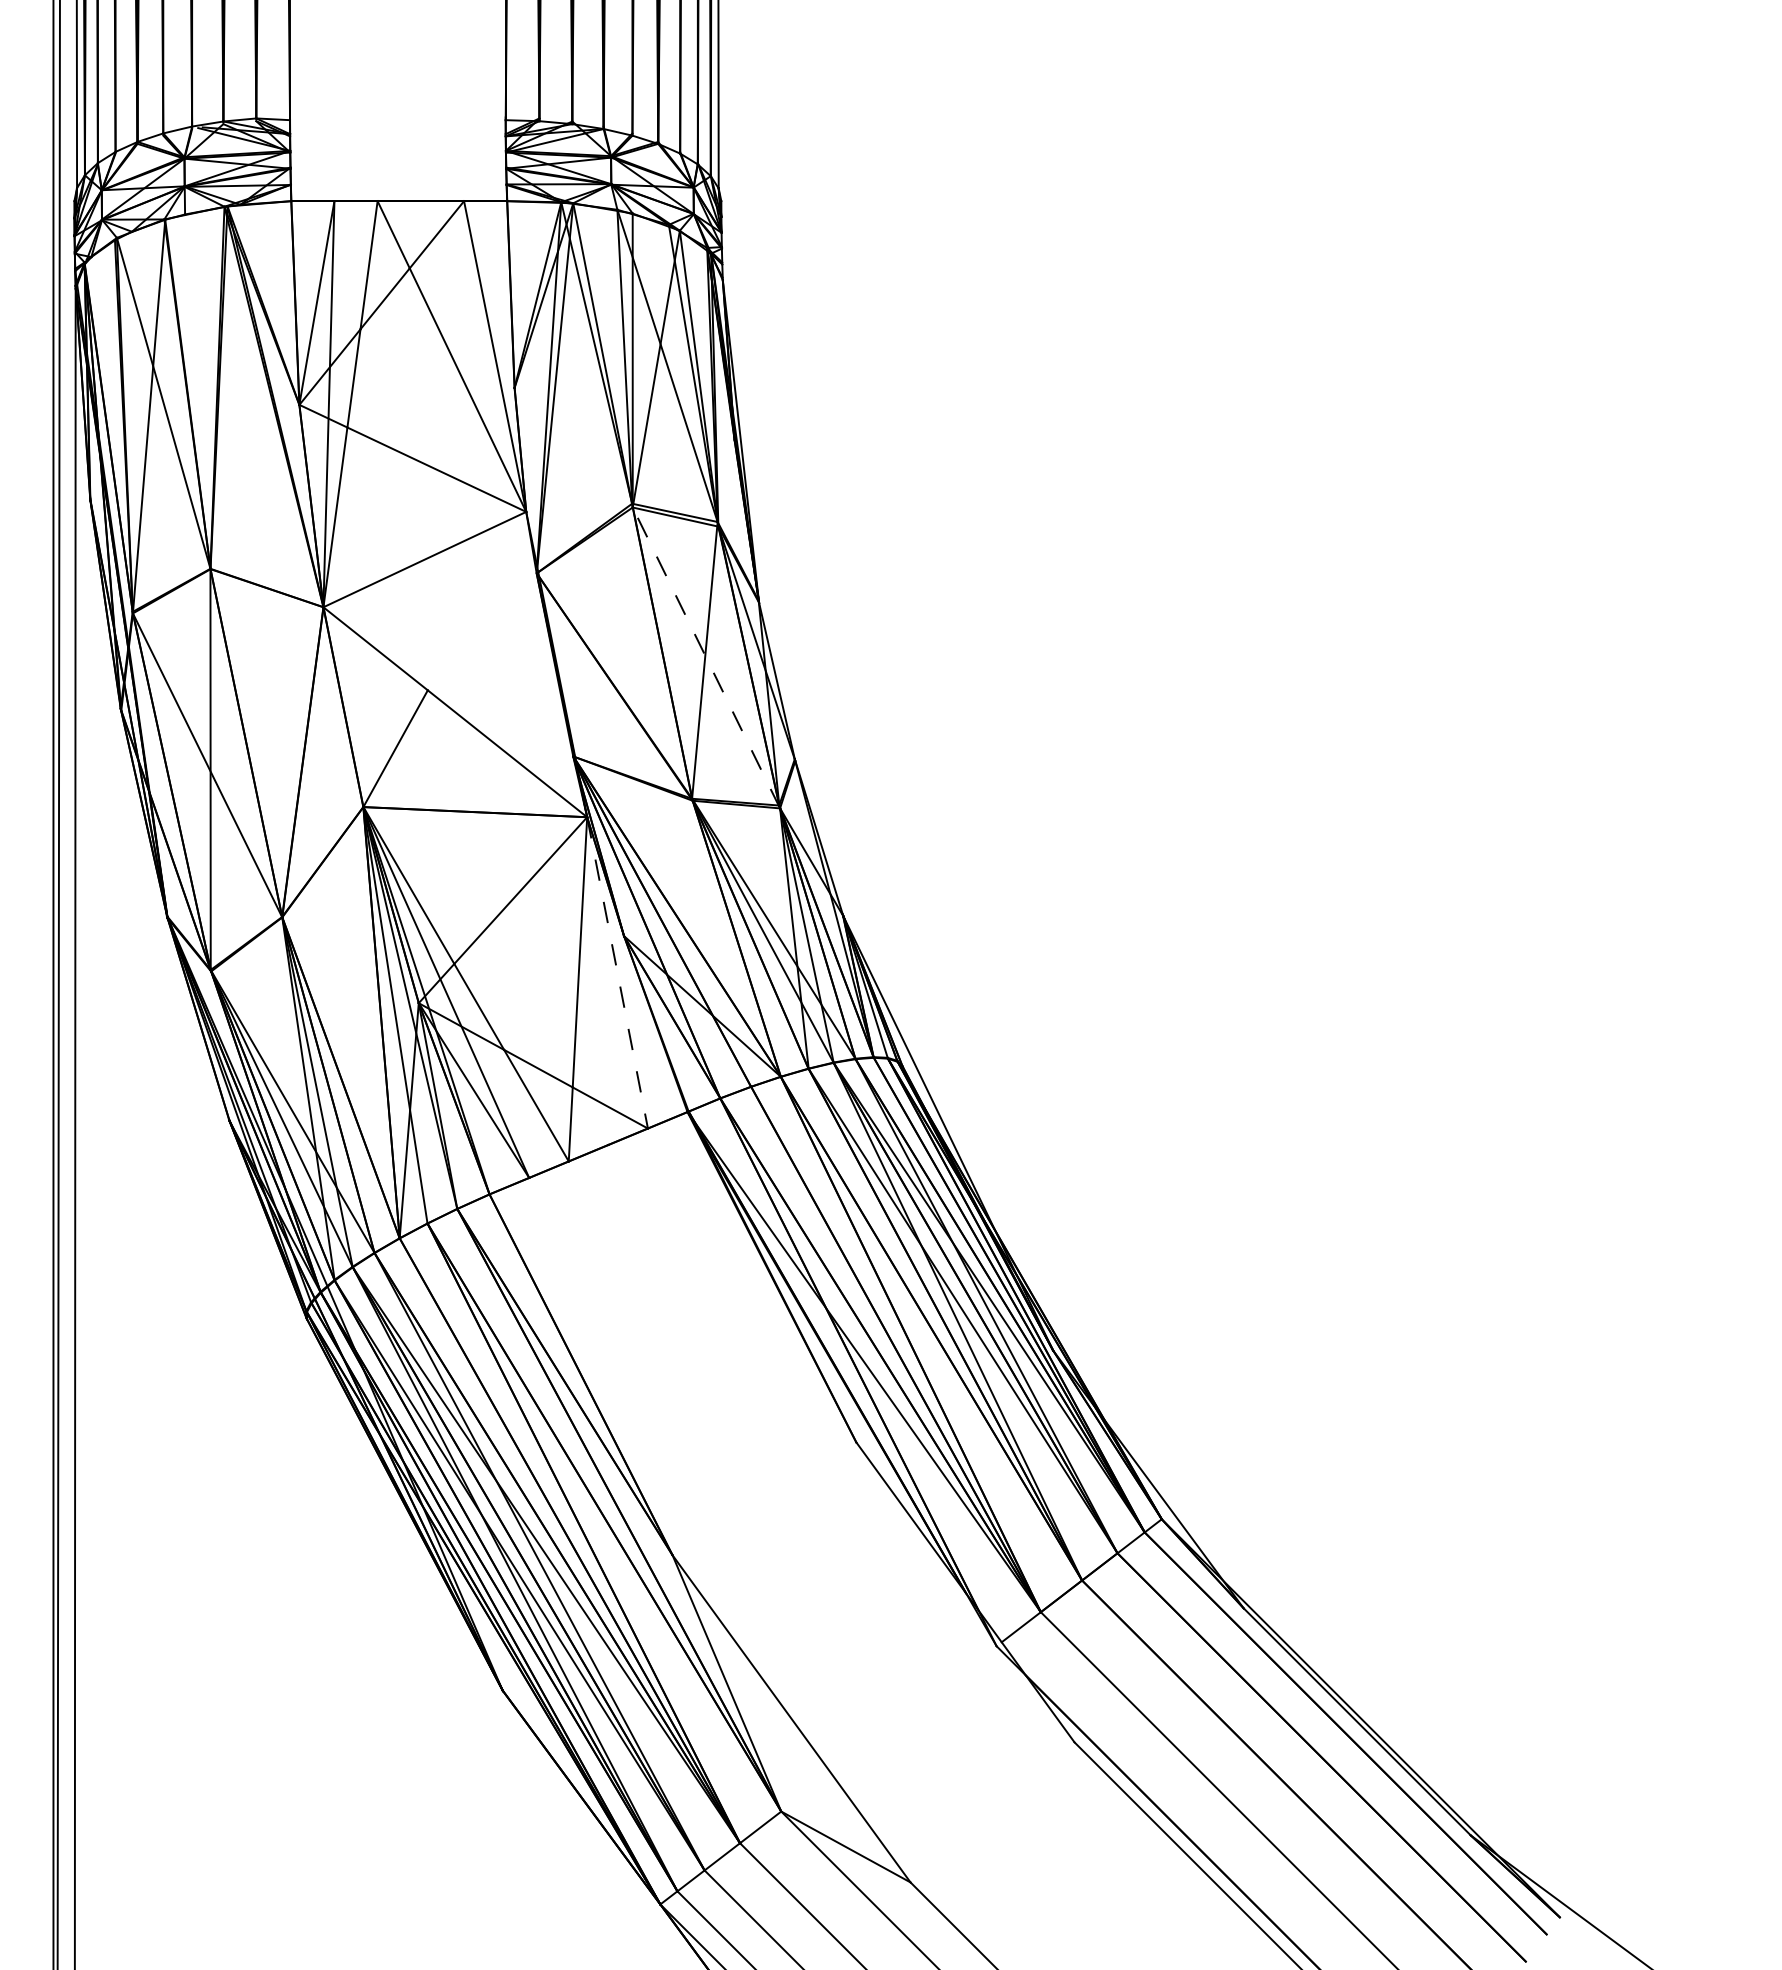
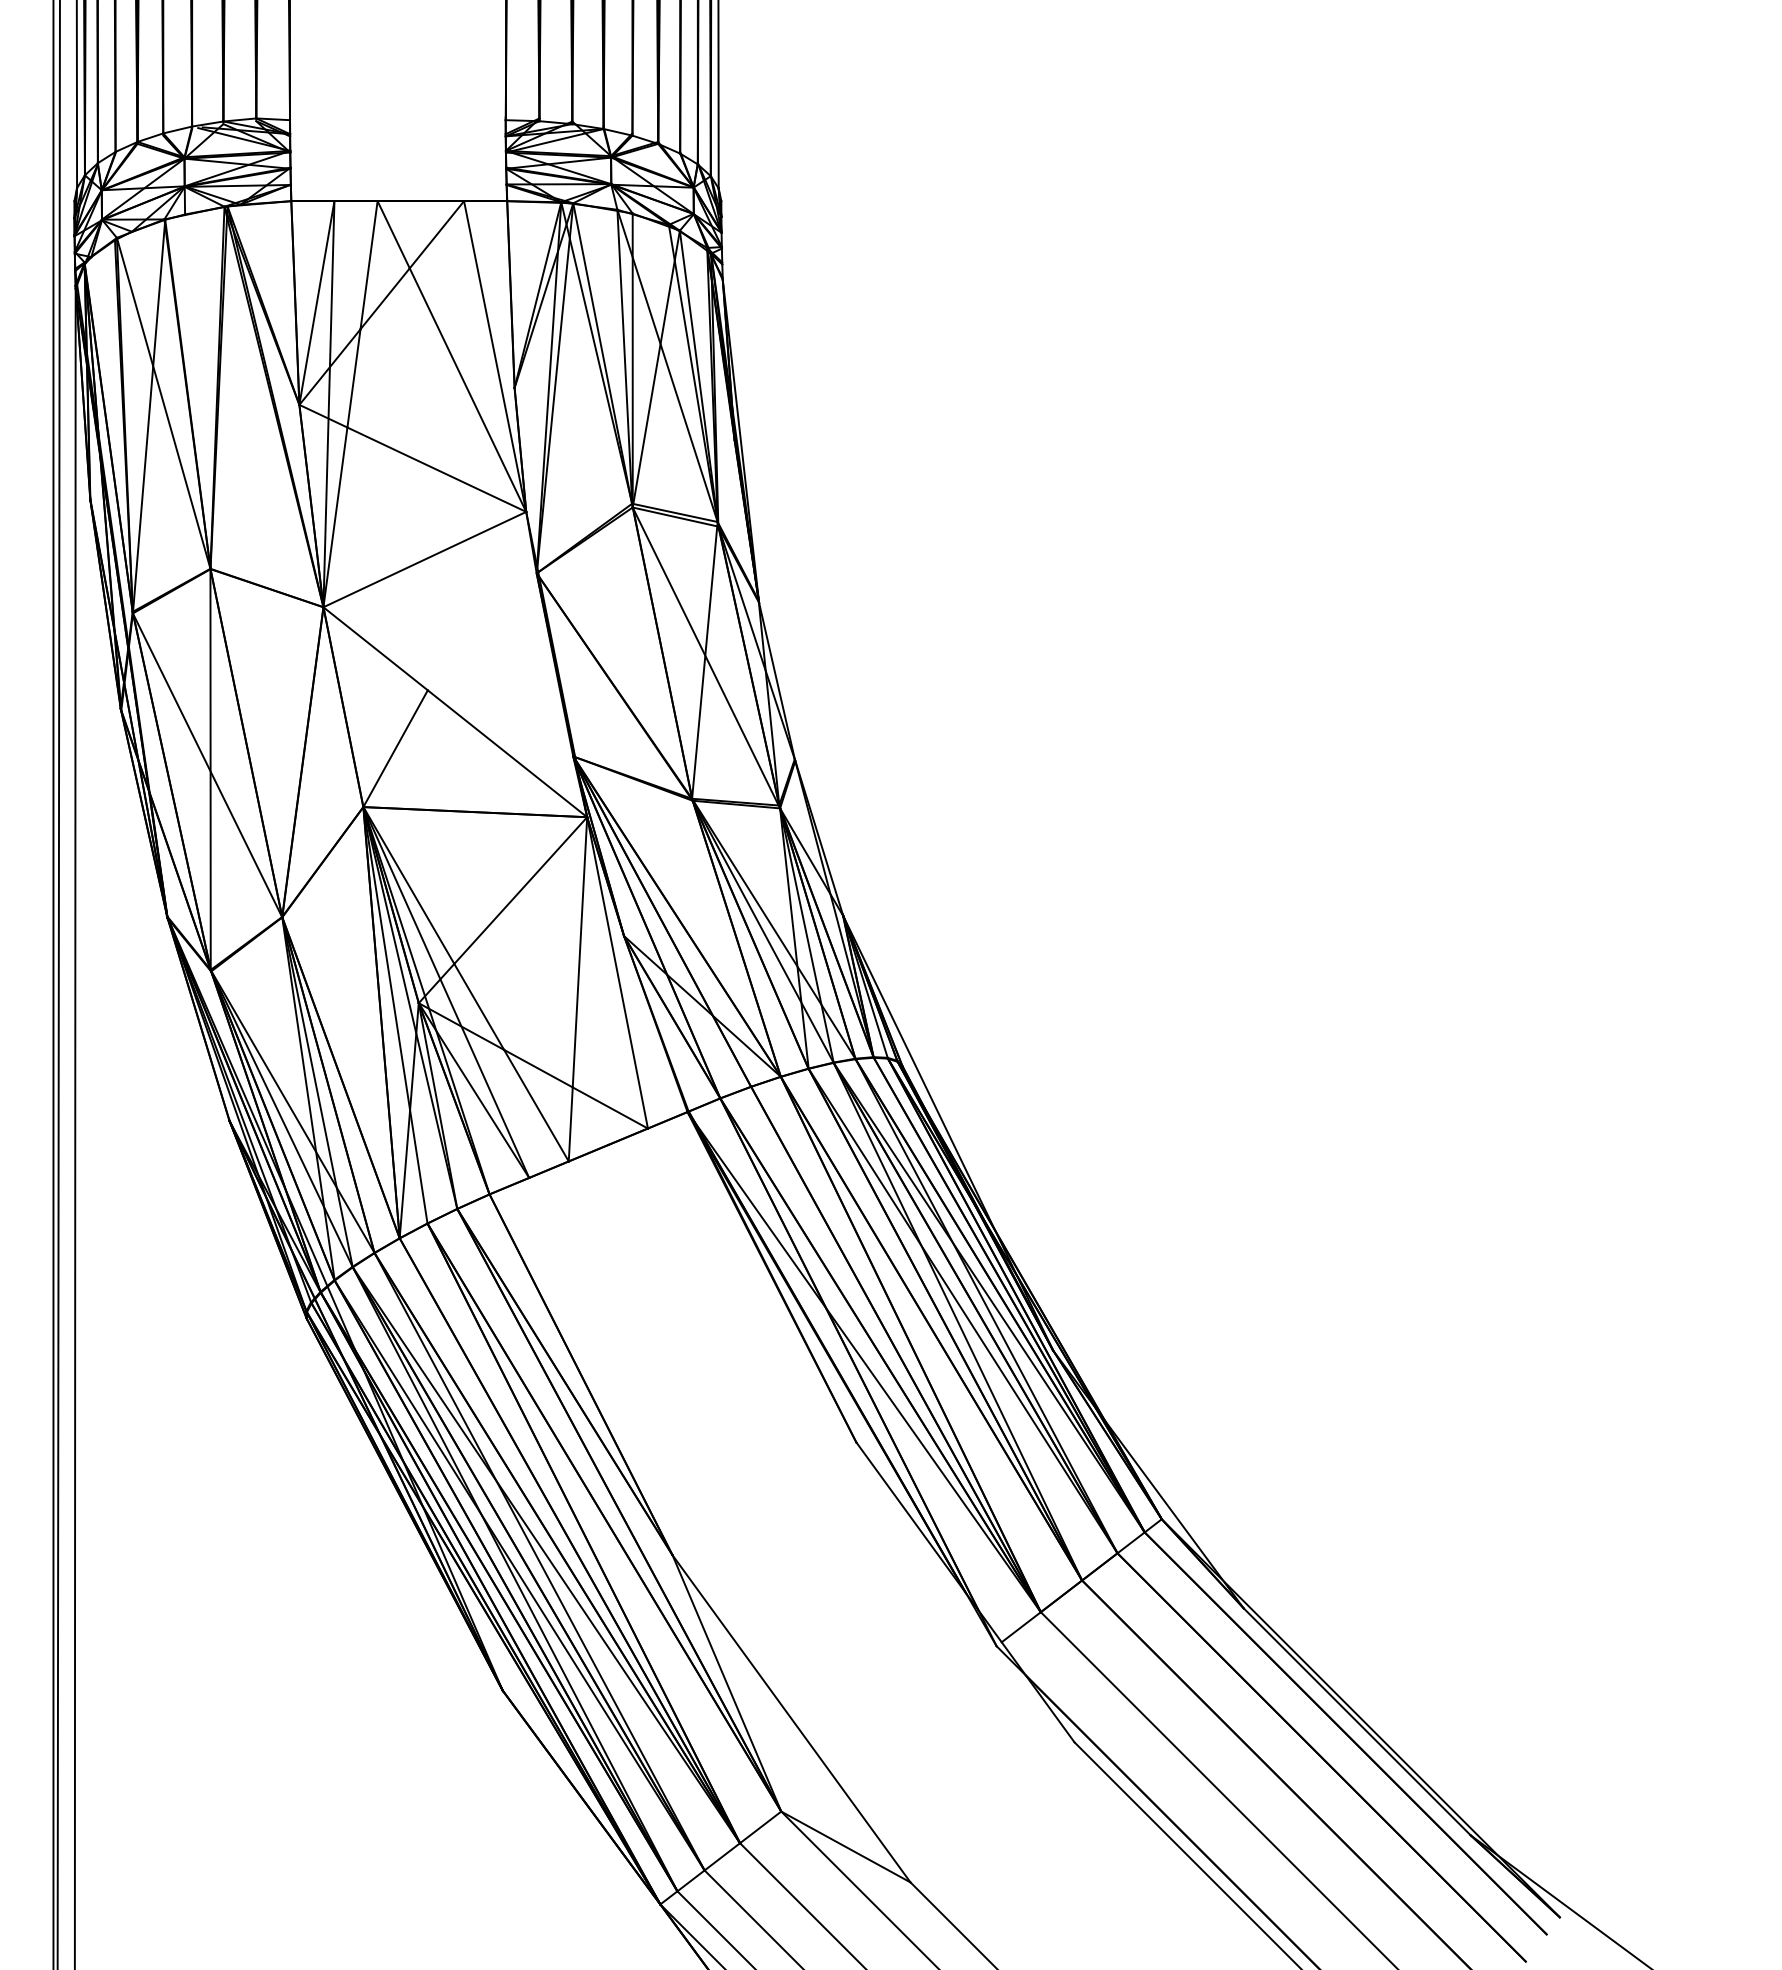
line at (706, 657): dashed -> solid
line at (617, 972): dashed -> solid
